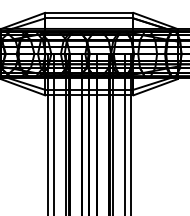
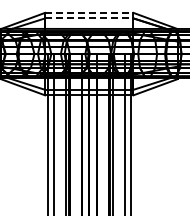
line at (89, 12): solid -> dashed
line at (89, 18): solid -> dashed
